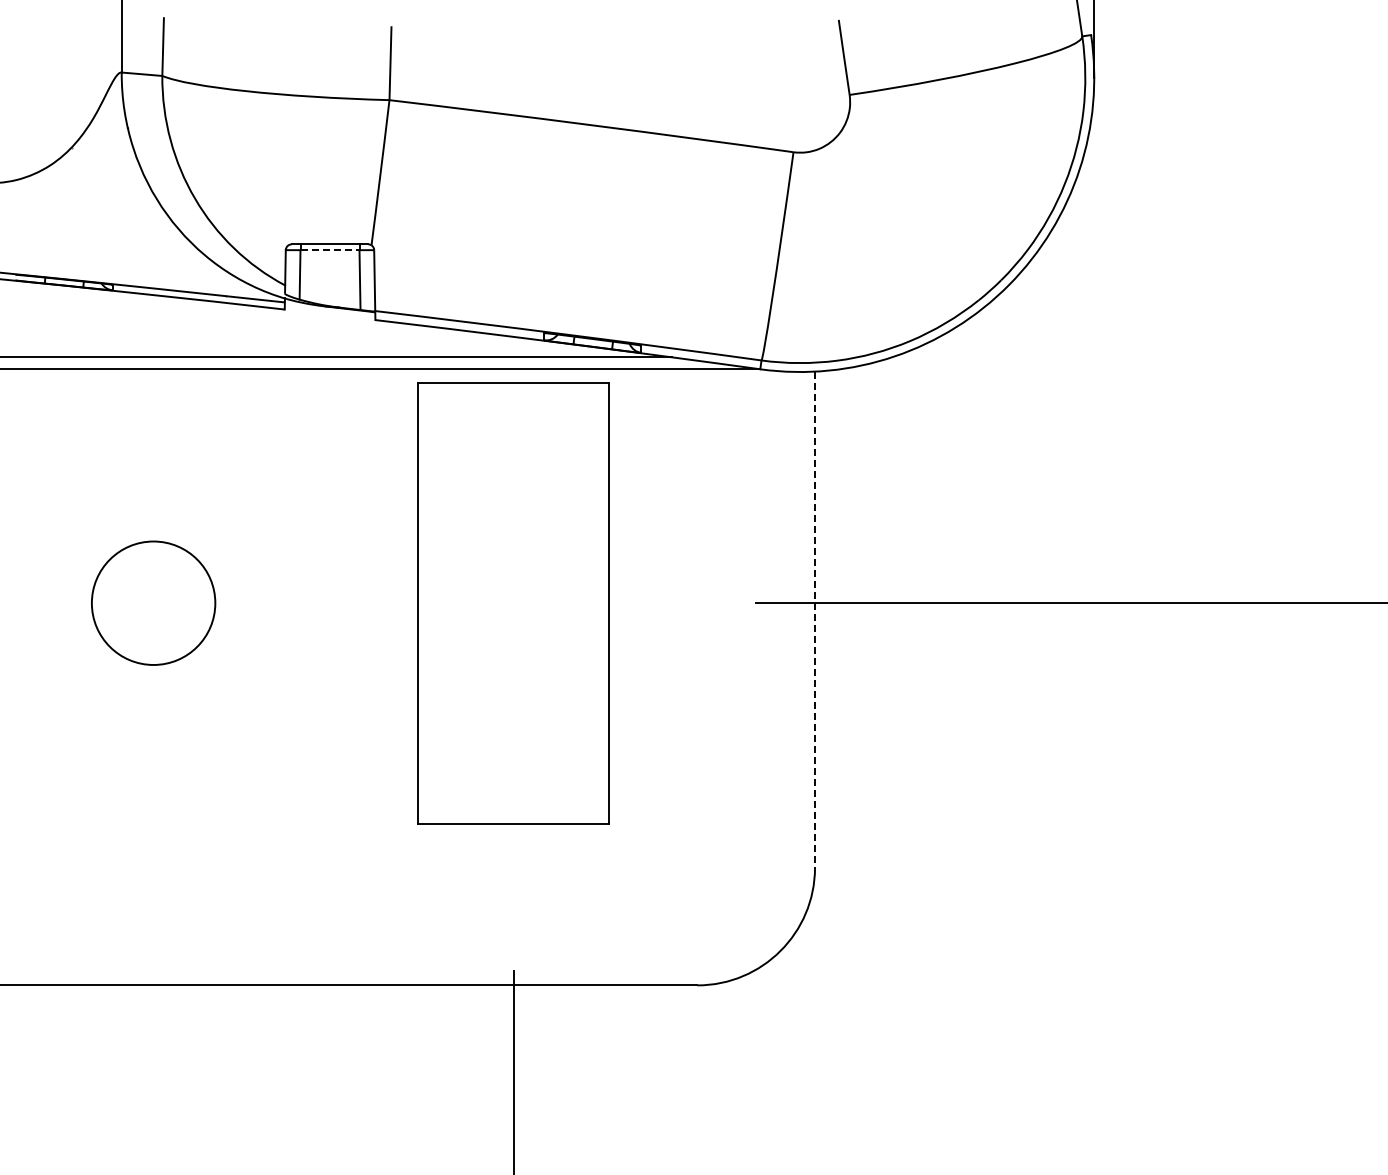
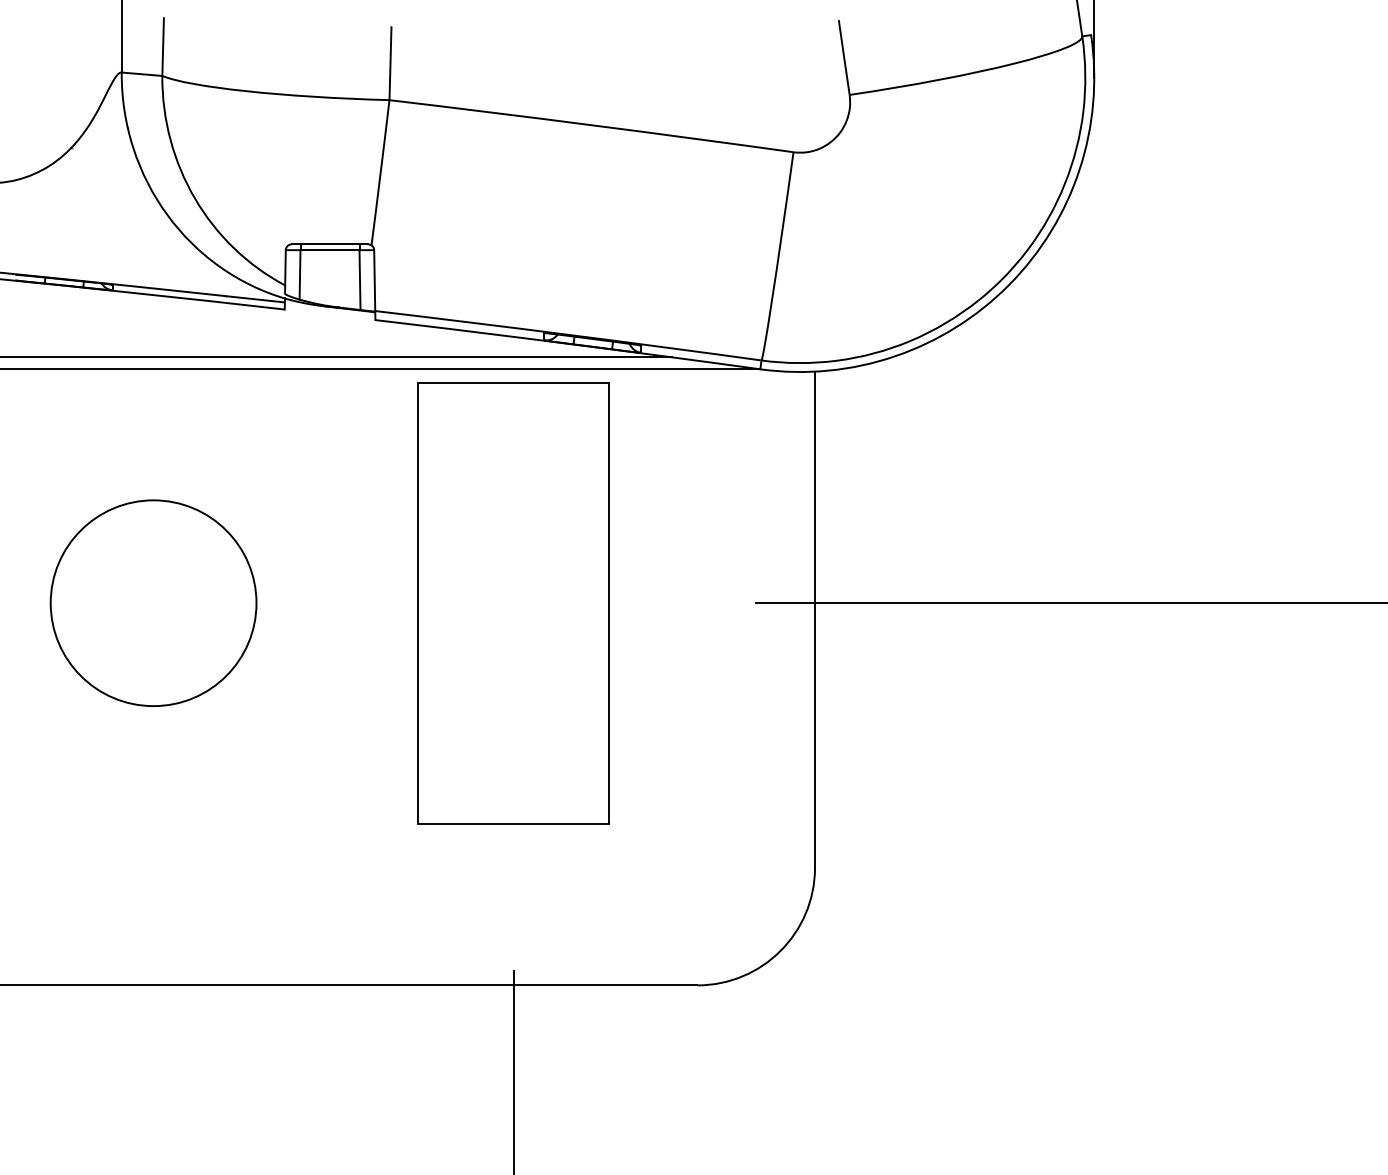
line at (330, 250): dashed -> solid
circle at (153, 602) diameter: 123 px -> 206 px
line at (815, 620): dashed -> solid
